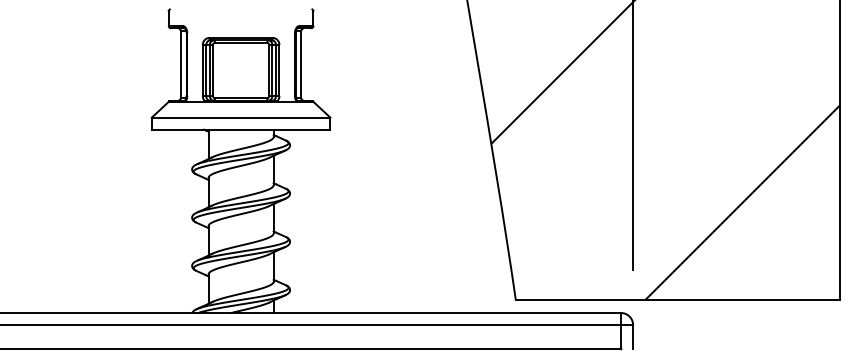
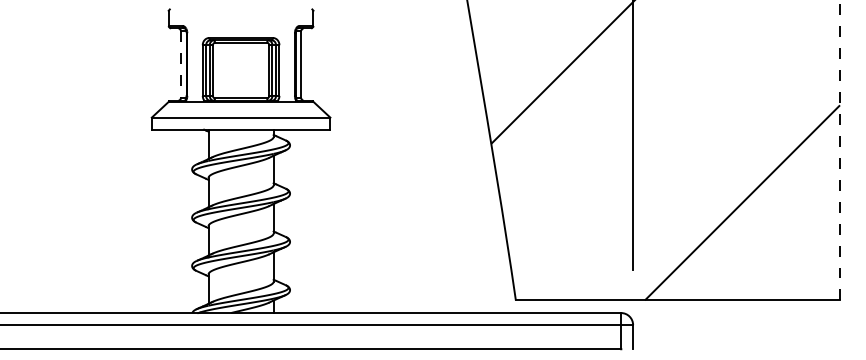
line at (180, 64): solid -> dashed
line at (840, 150): solid -> dashed
